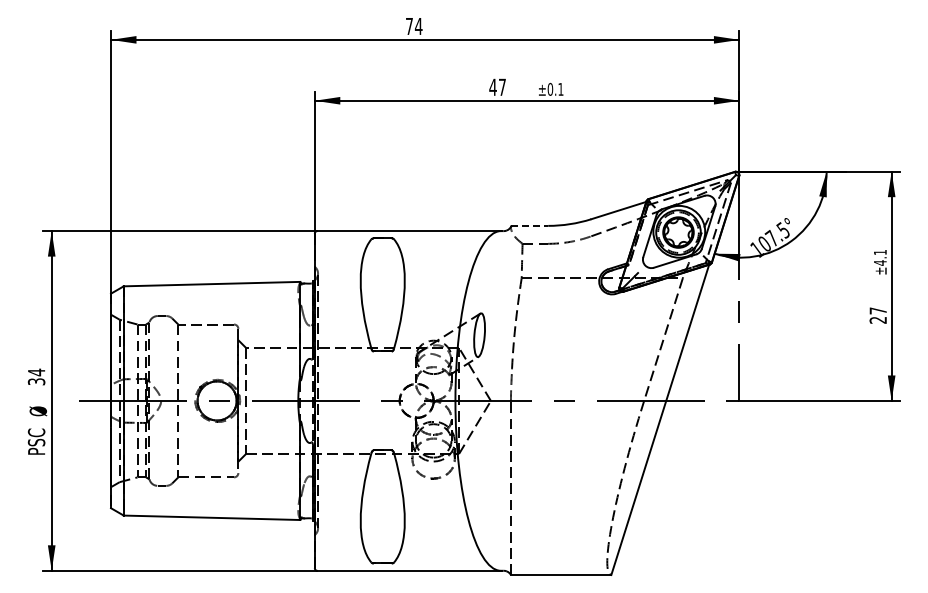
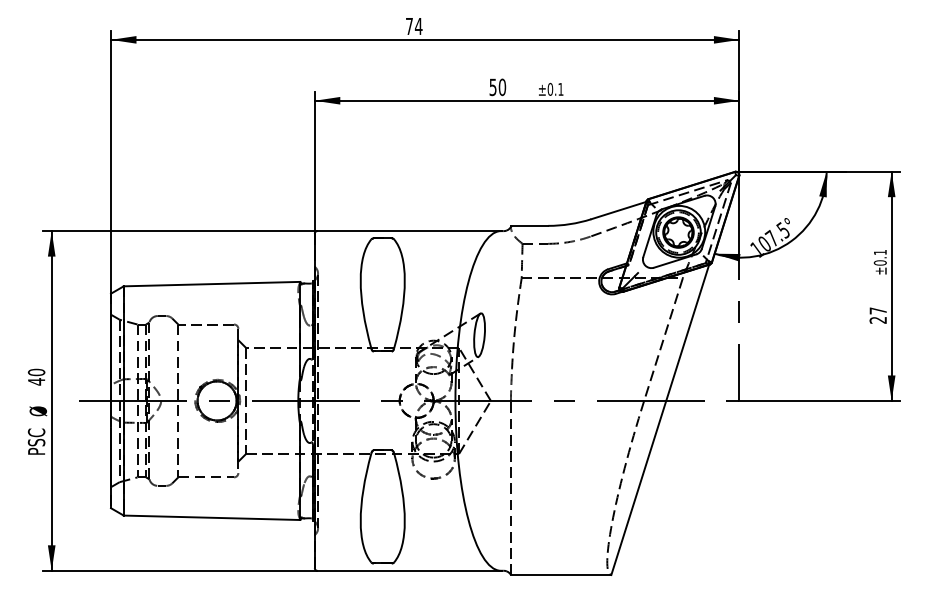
text at (497, 87): 47 -> 50
line at (530, 225): dashed -> solid
text at (879, 262): ±4.1 -> ±0.1
text at (36, 376): 34 -> 40
